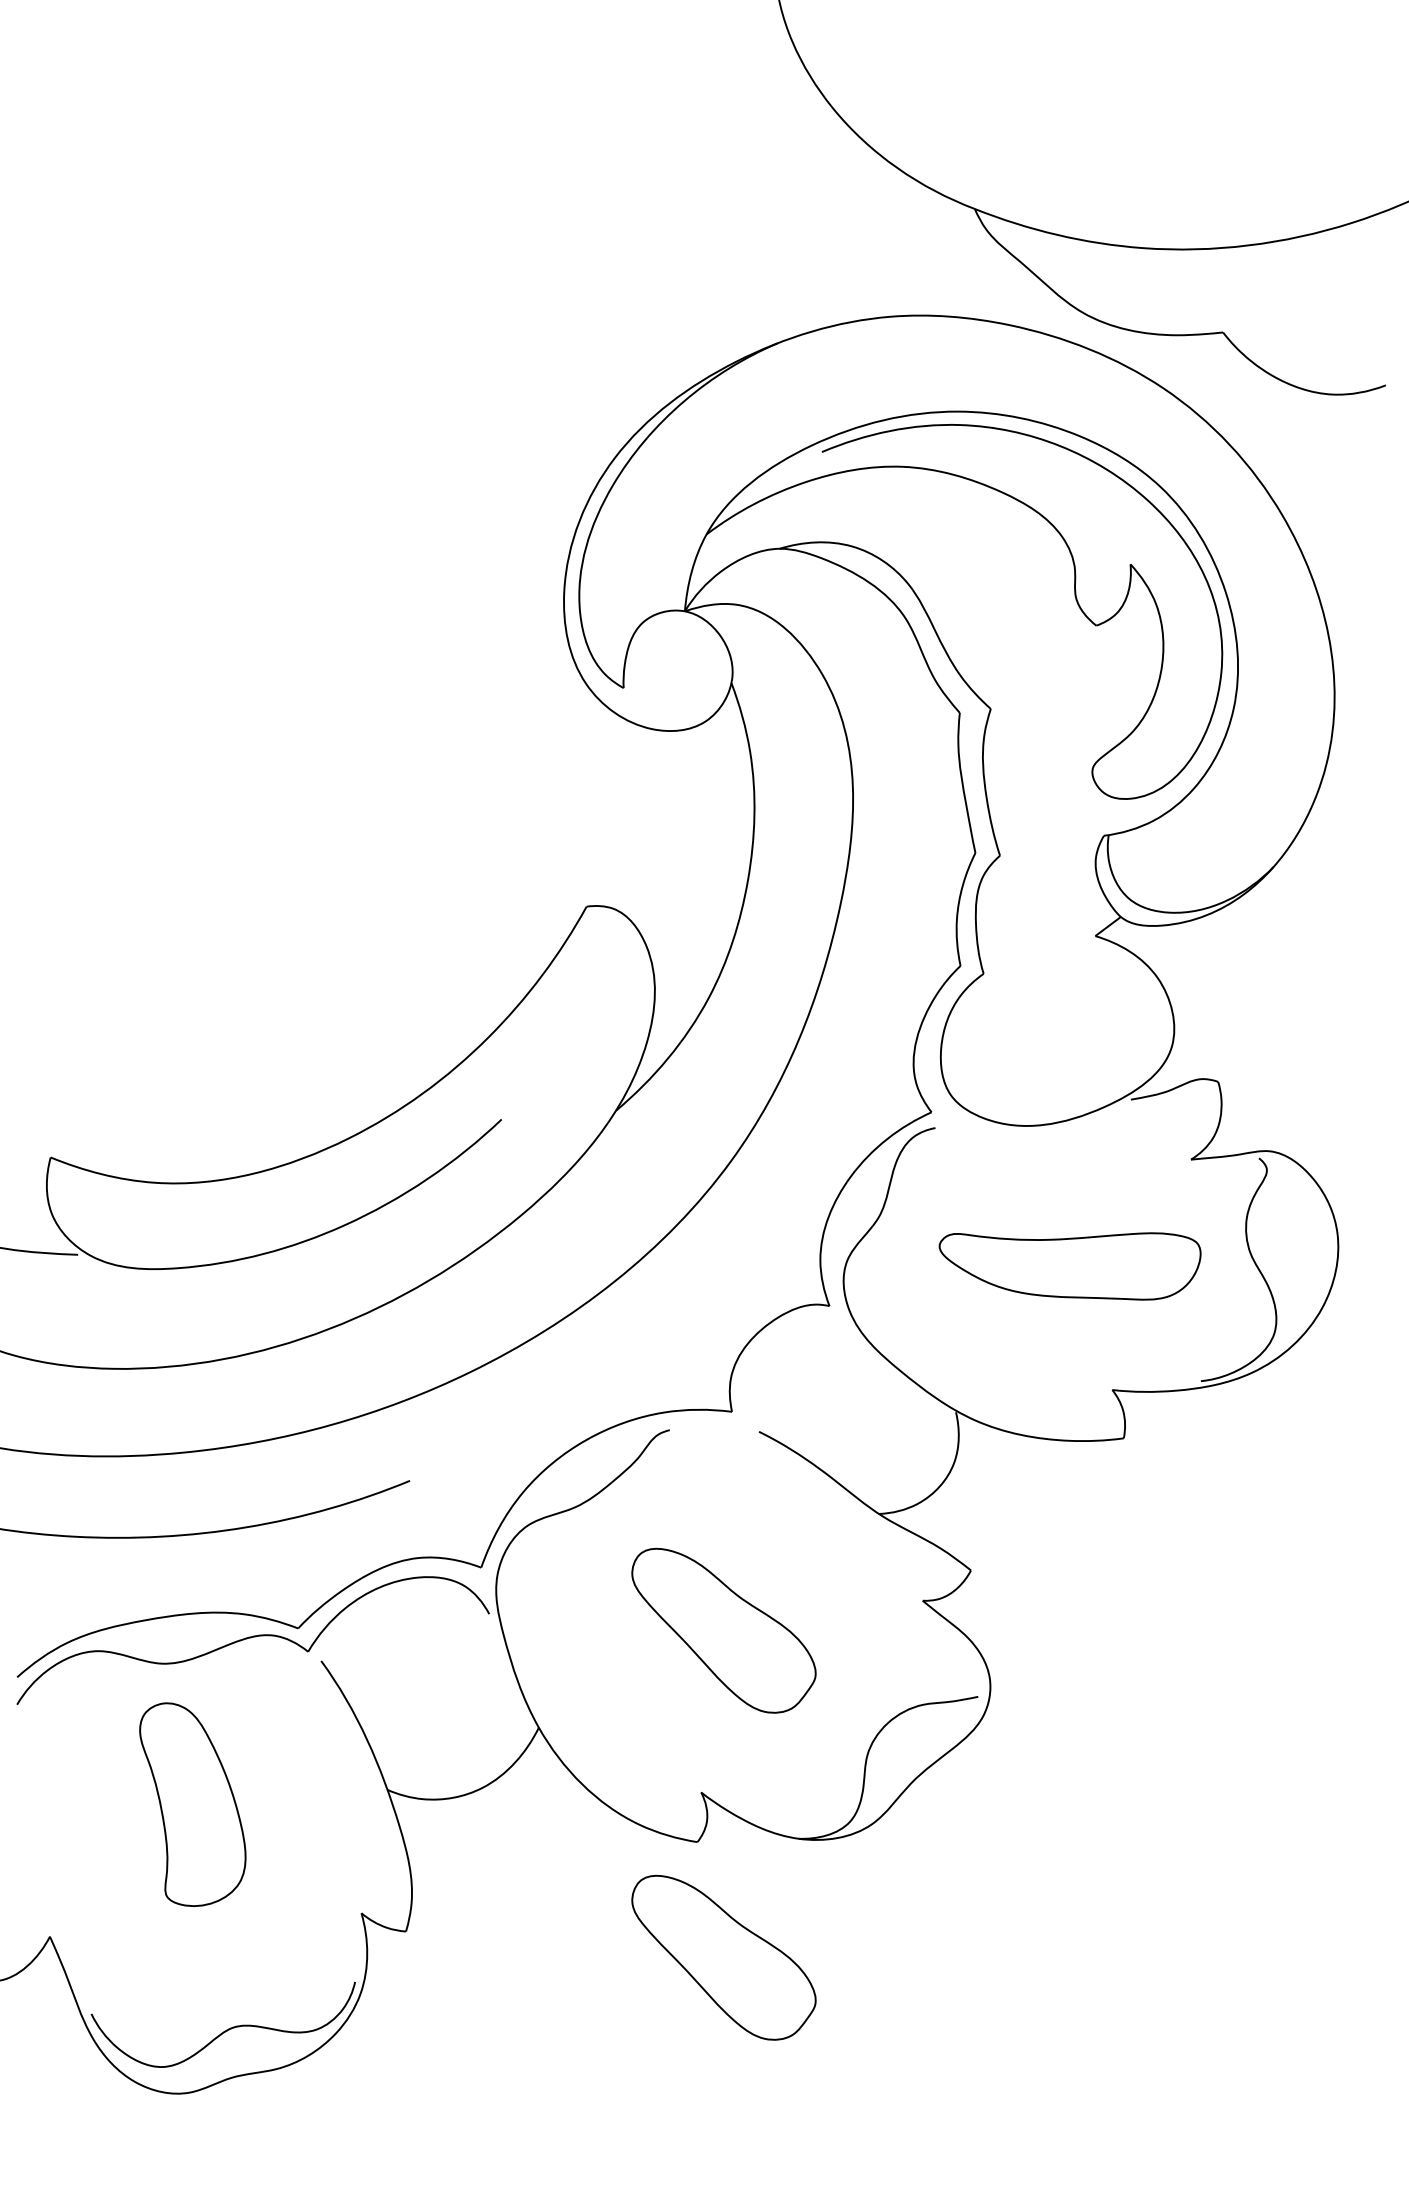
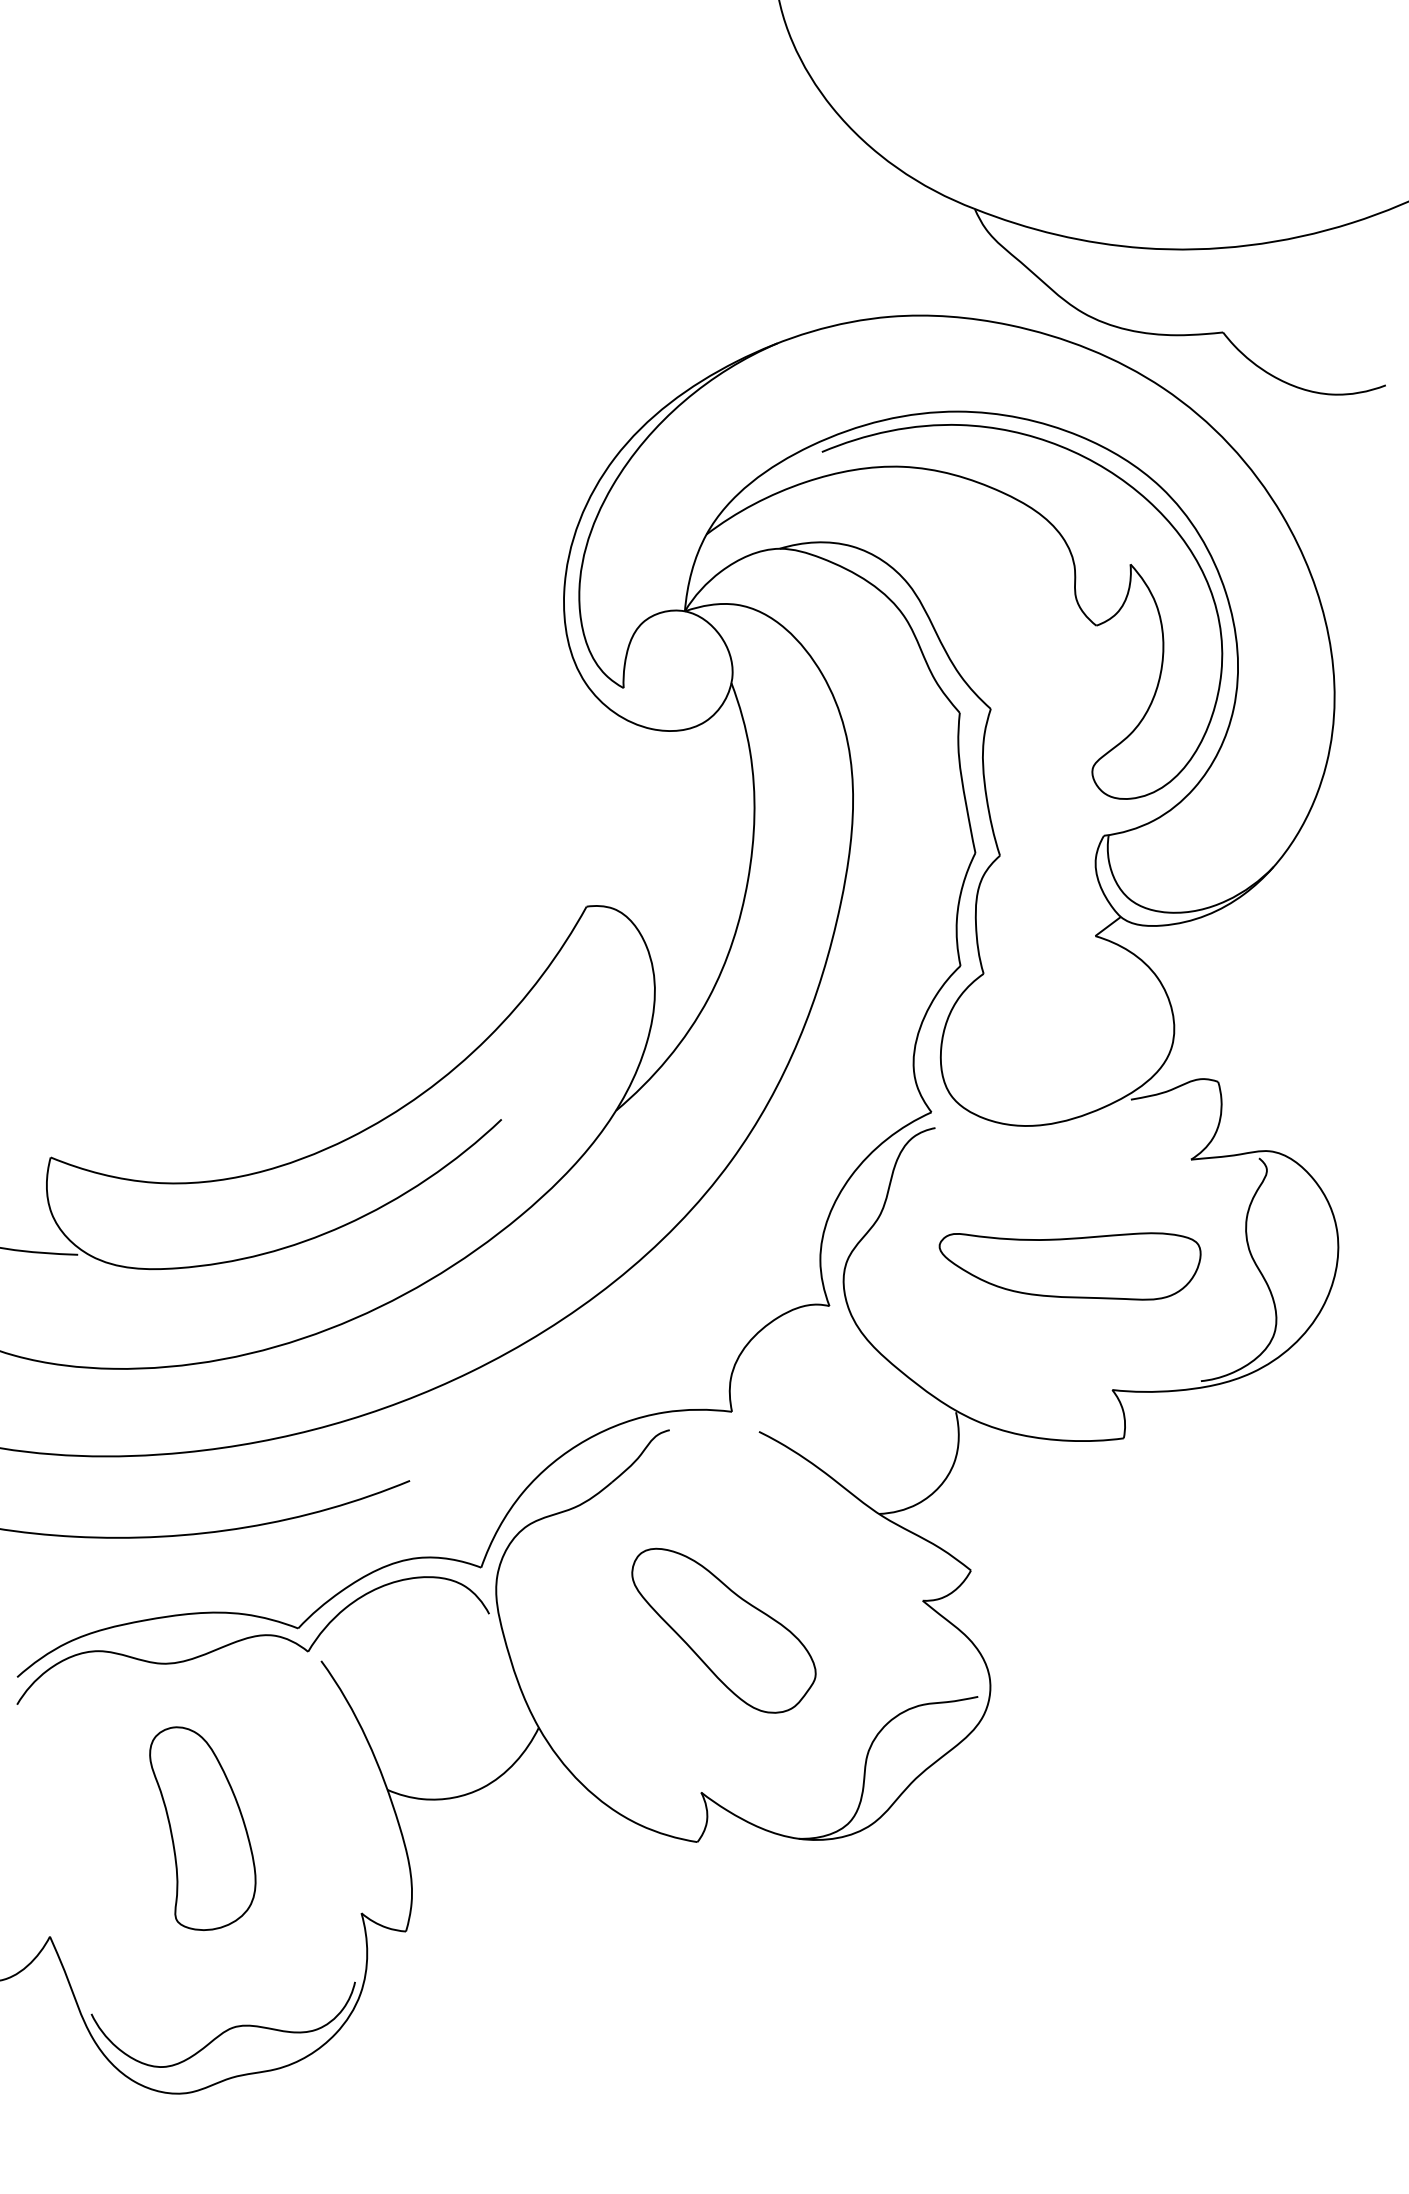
part at (192, 1804) position: (192, 1804) -> (202, 1828)
part at (723, 1957): present -> none
